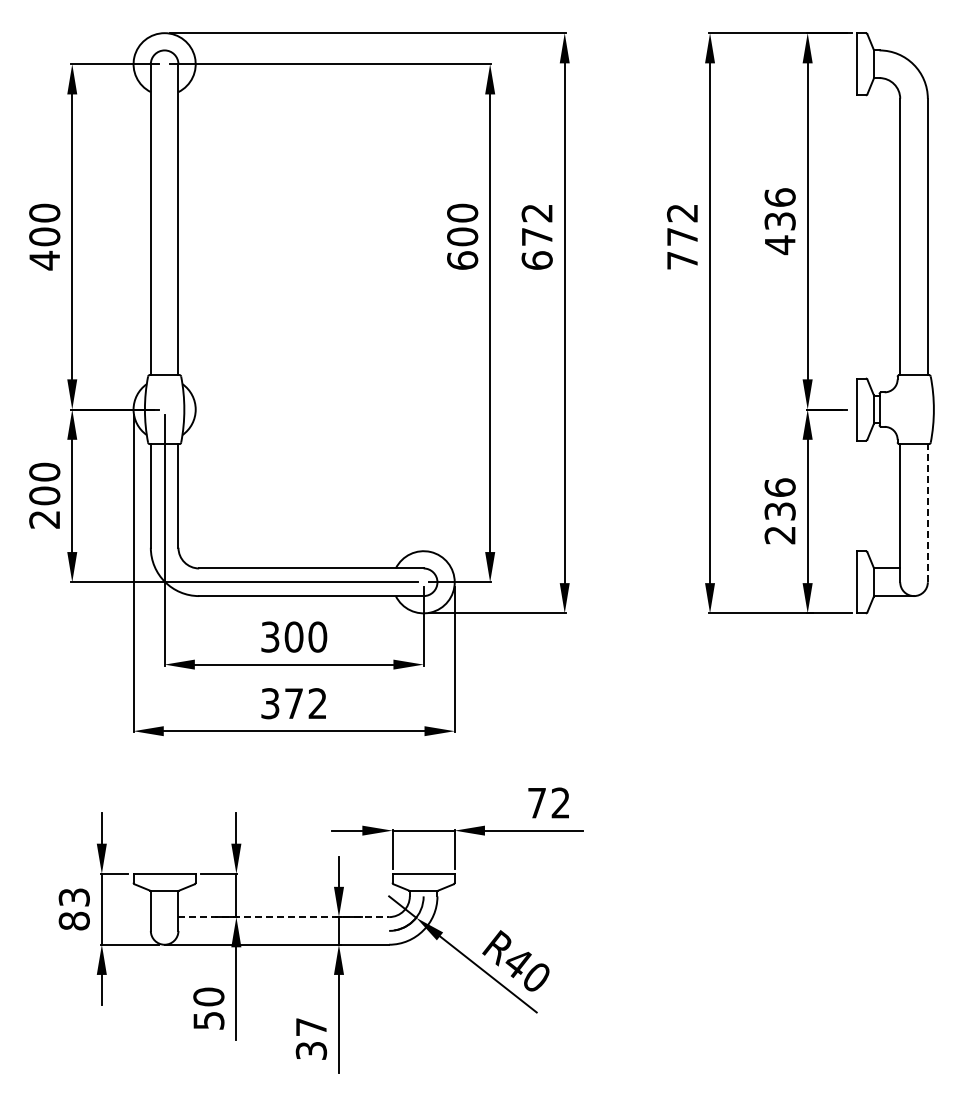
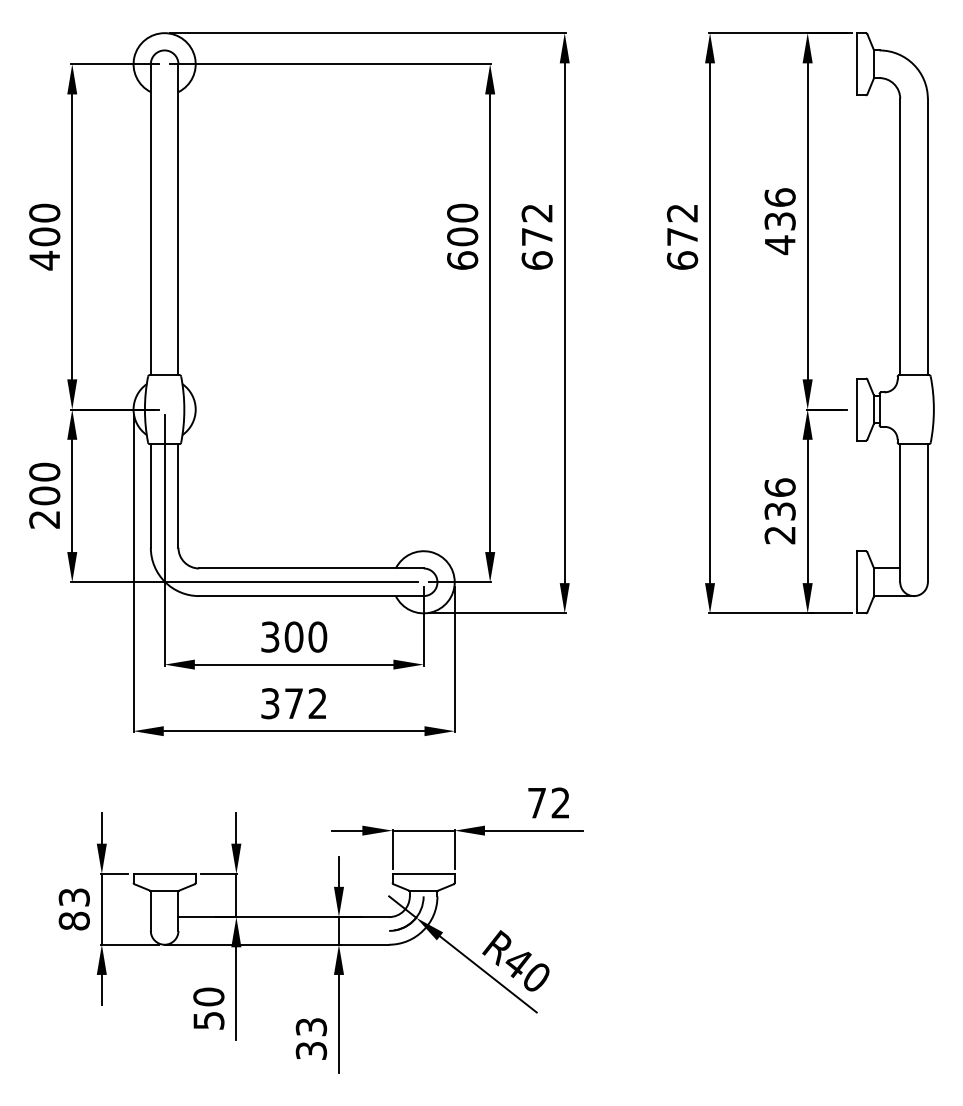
text at (682, 260): 772 -> 672
line at (927, 512): dashed -> solid
line at (284, 917): dashed -> solid
text at (311, 1027): 37 -> 33
